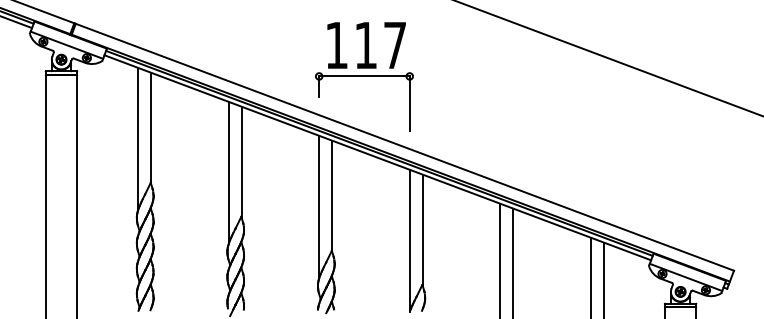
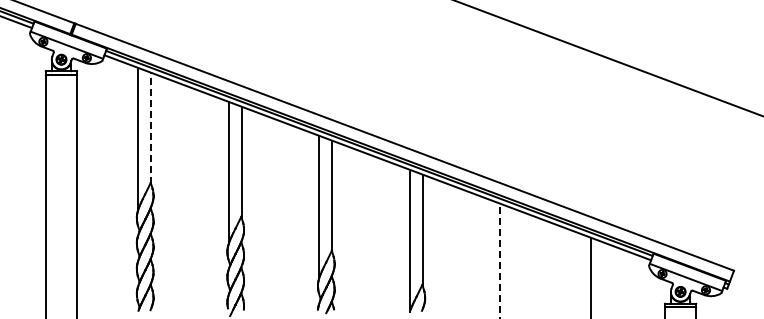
part at (364, 76): present -> none
line at (151, 128): solid -> dashed
line at (500, 260): solid -> dashed
line at (513, 261): present -> none
line at (603, 278): present -> none
